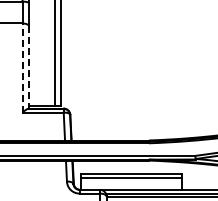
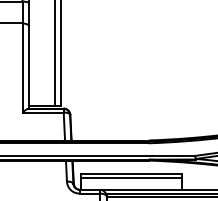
line at (28, 67): dashed -> solid
line at (22, 68): dashed -> solid
